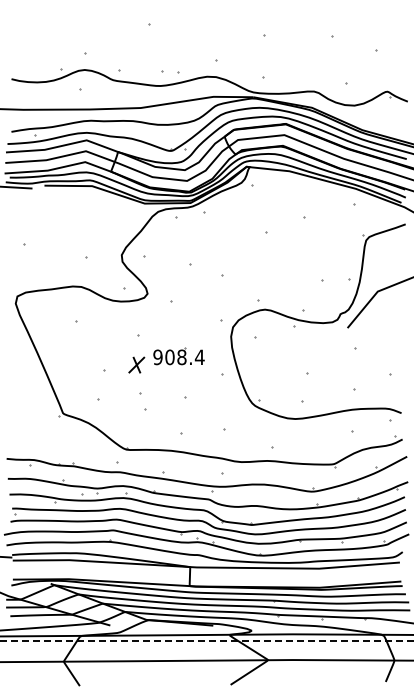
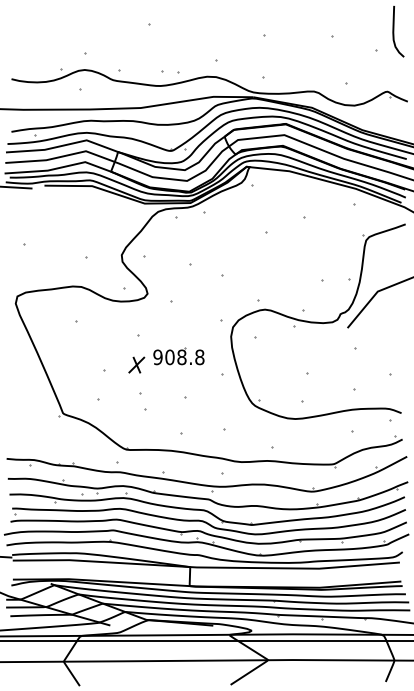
curve at (394, 31): none -> present
text at (199, 357): 908.4 -> 908.8
line at (206, 641): dashed -> solid
